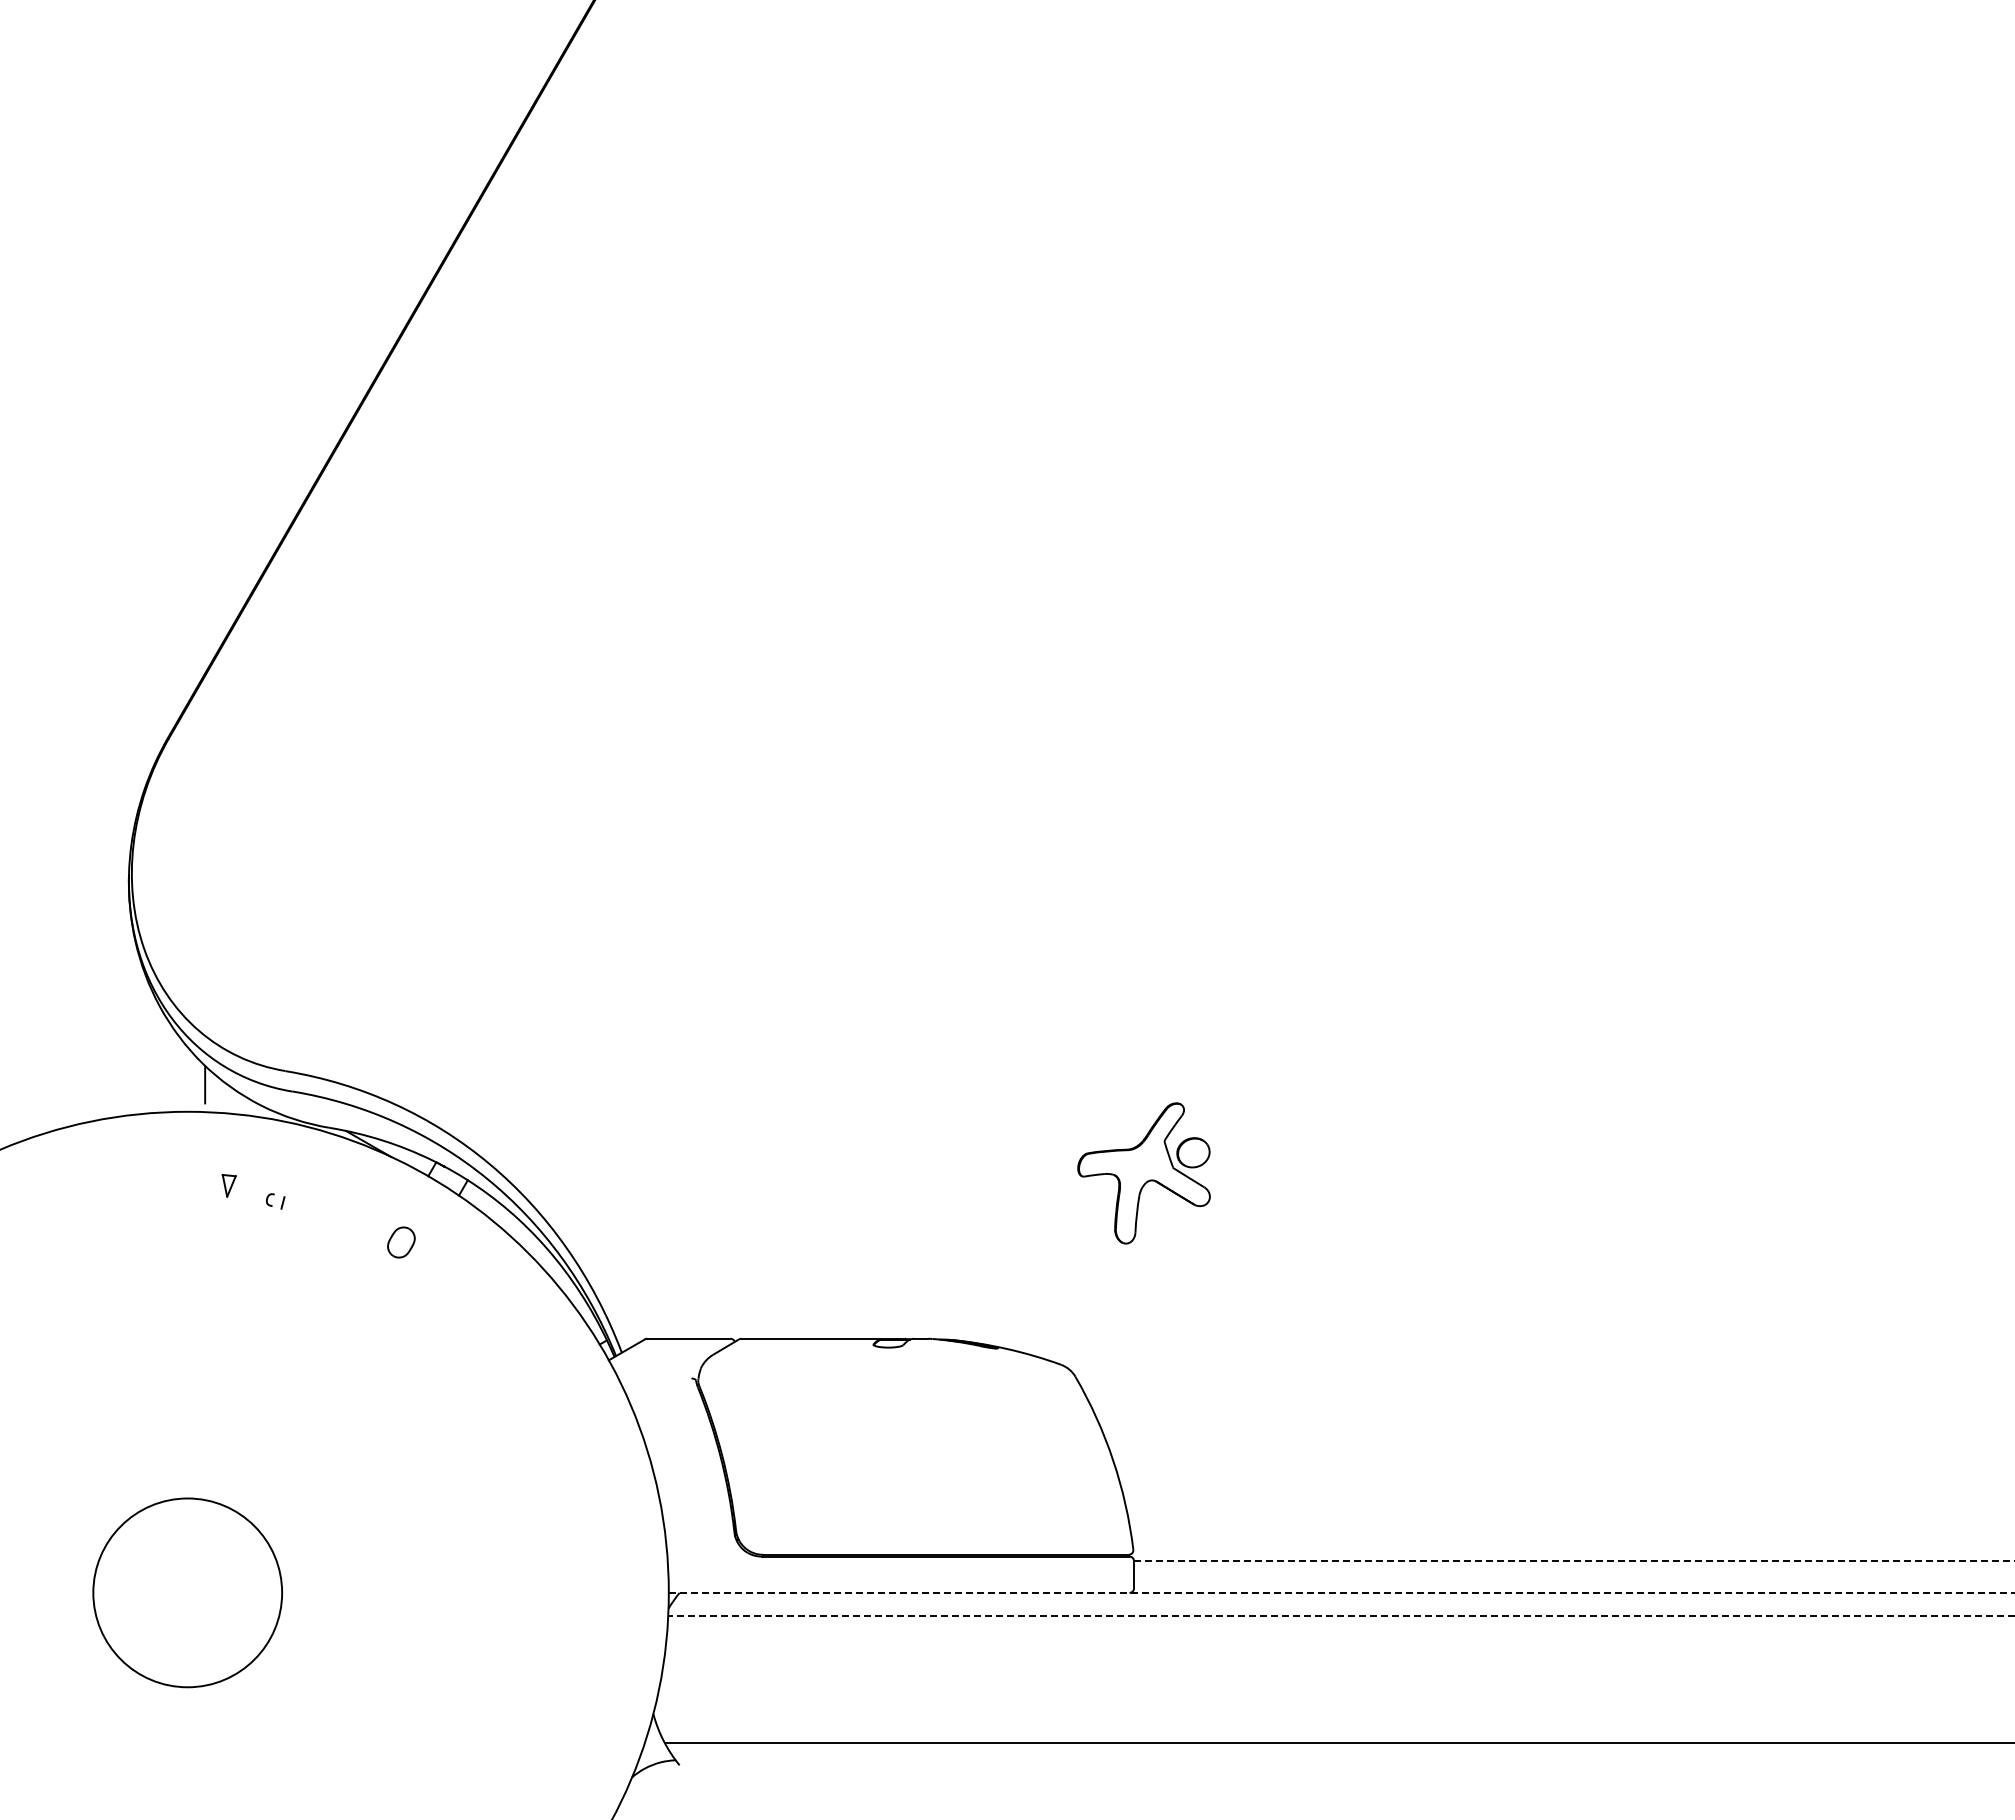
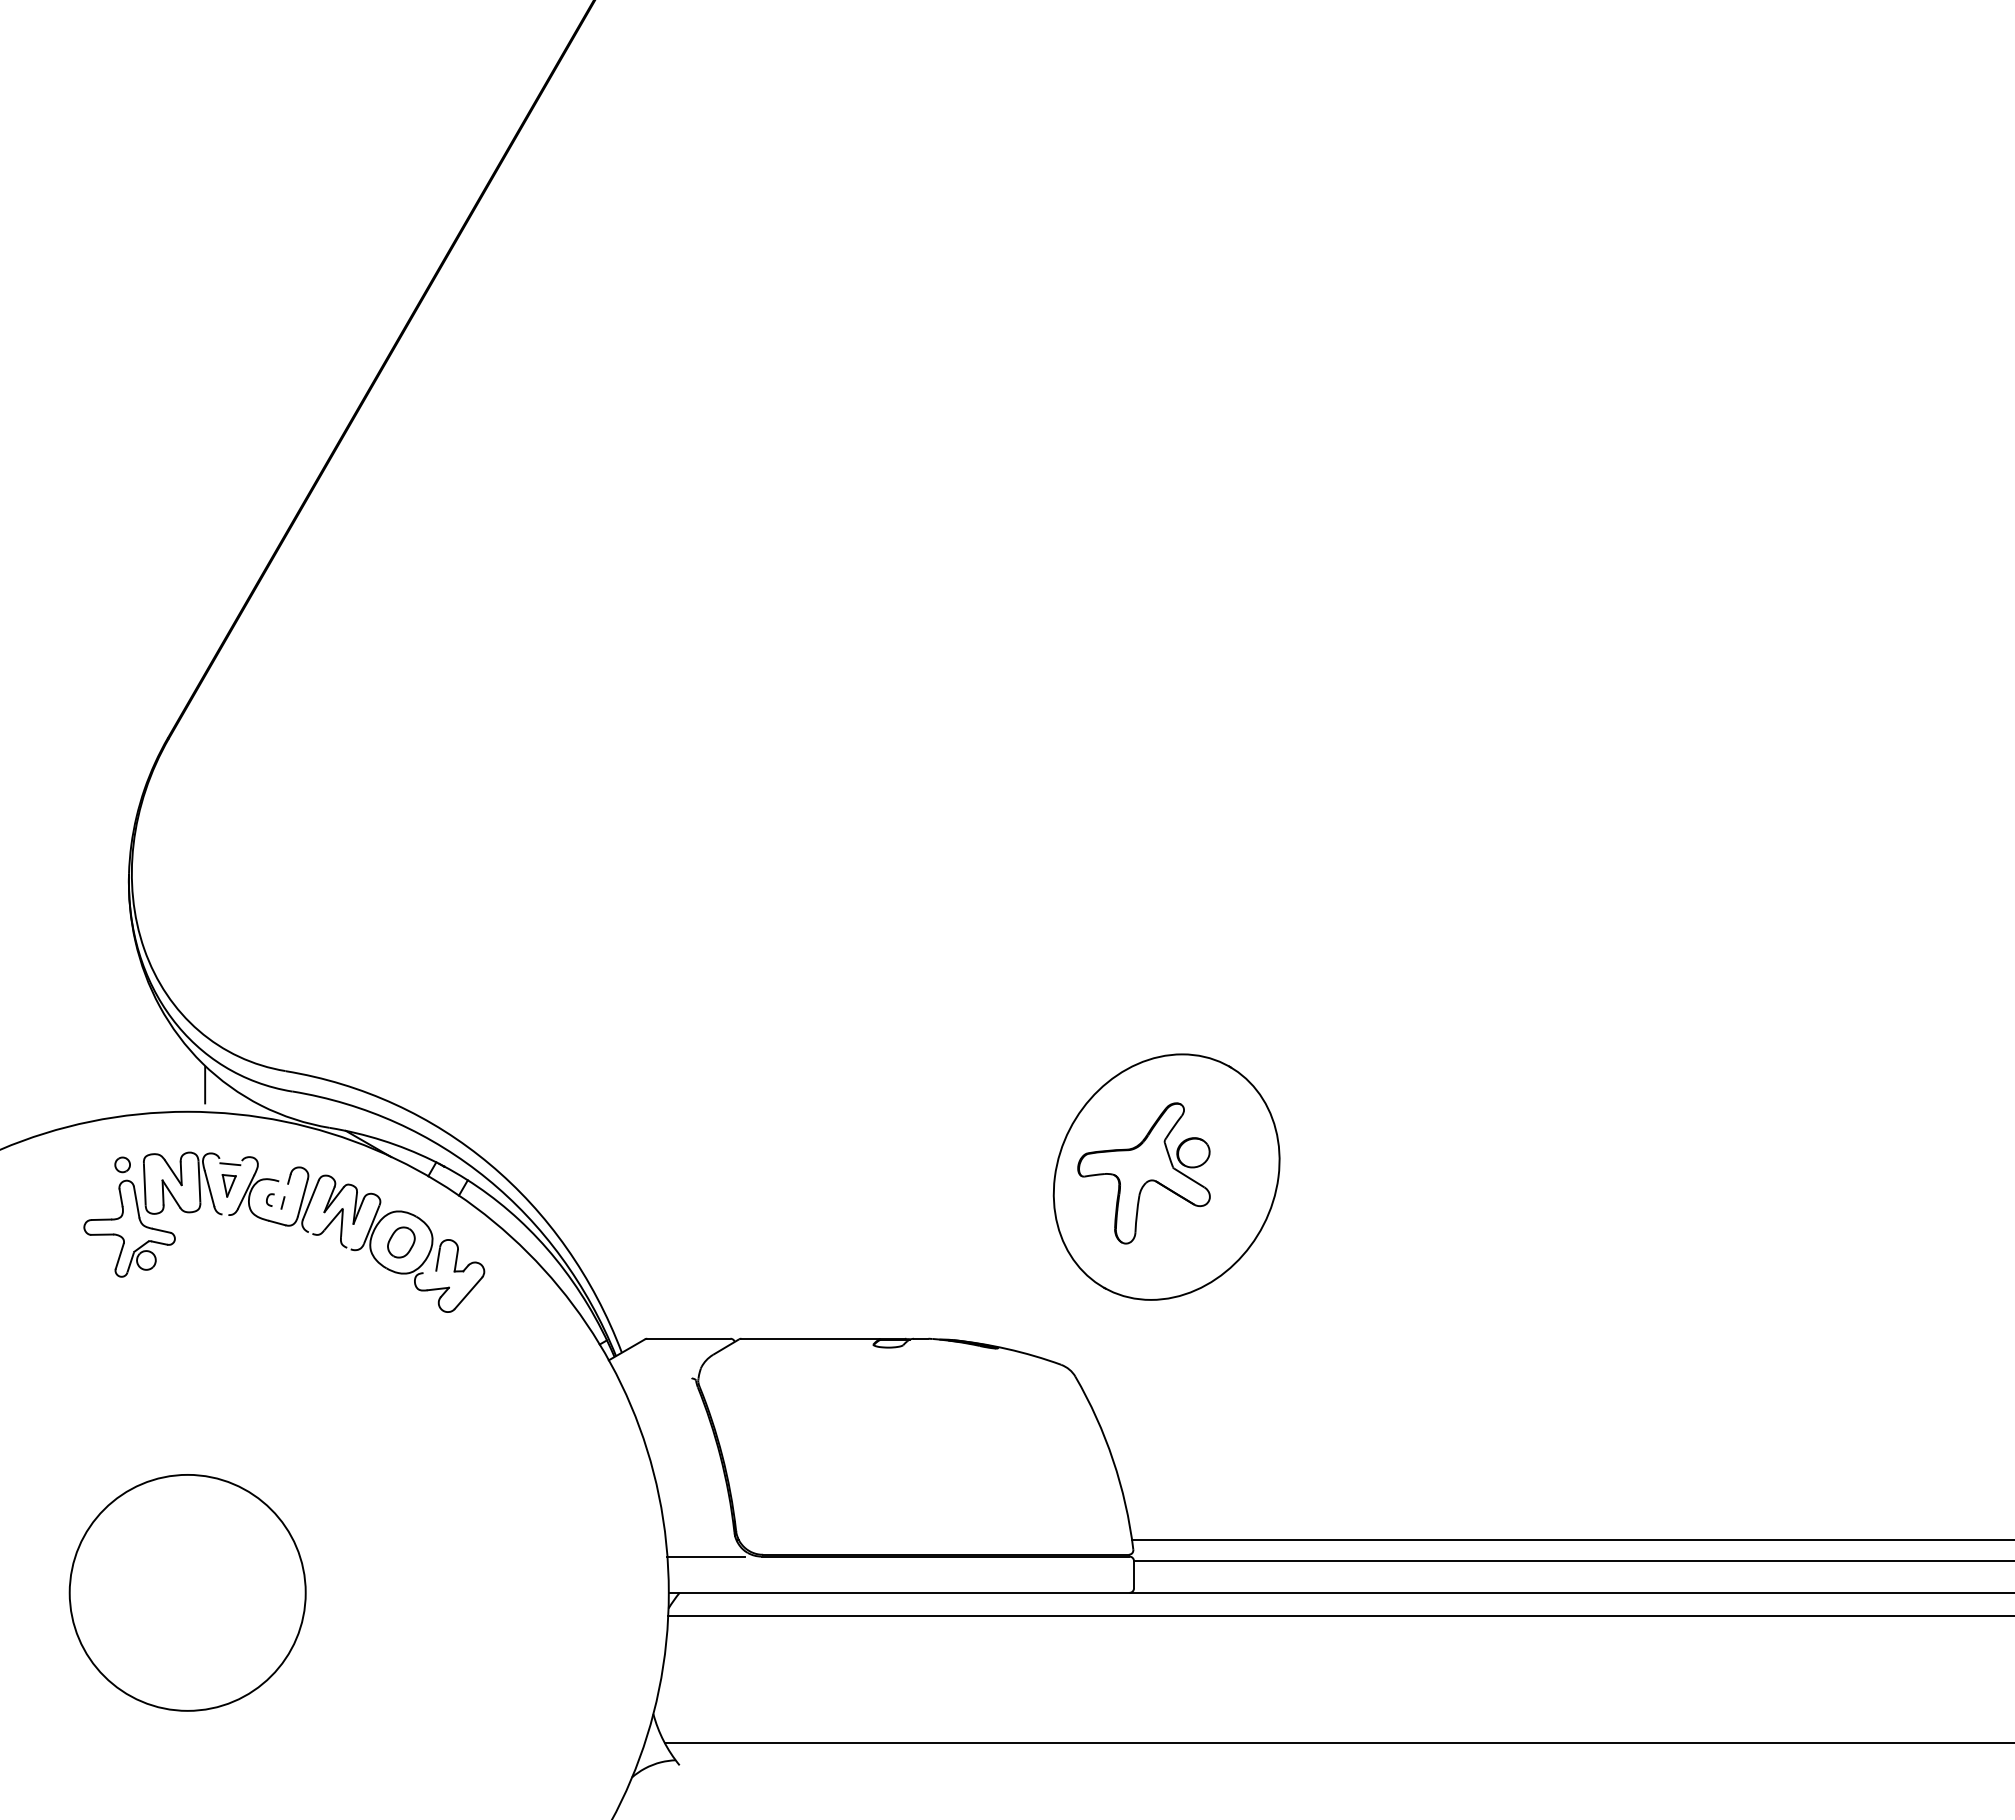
part at (1166, 1176): none -> present
part at (284, 1231): none -> present
line at (1571, 1540): none -> present
line at (706, 1556): none -> present
line at (1575, 1560): dashed -> solid
circle at (187, 1592) diameter: 189 px -> 236 px
line at (1342, 1592): dashed -> solid
line at (1340, 1615): dashed -> solid
